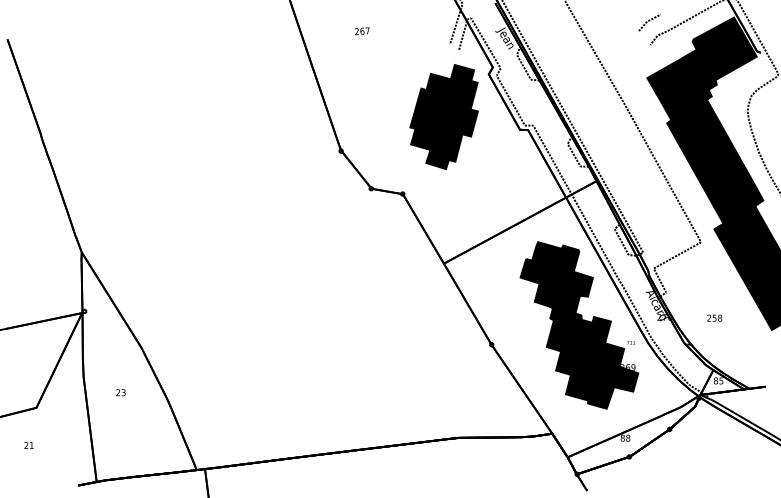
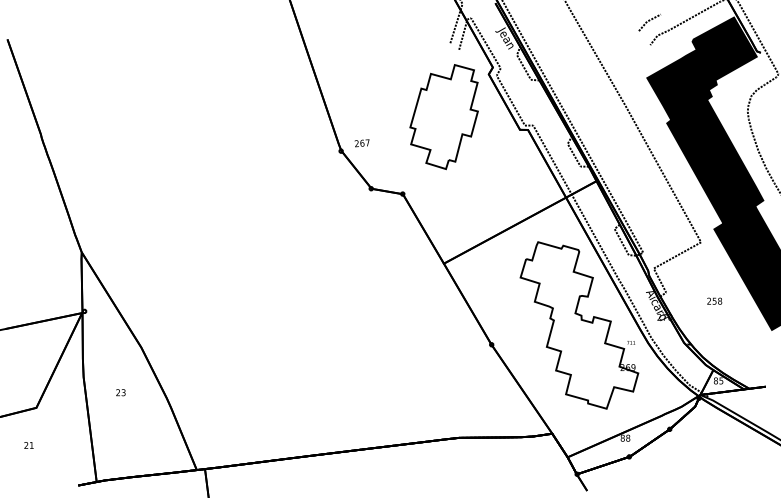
text at (361, 31) position: (361, 31) -> (361, 143)
fill at (443, 117): present -> none
text at (714, 317) position: (714, 317) -> (714, 300)
fill at (579, 325): present -> none
